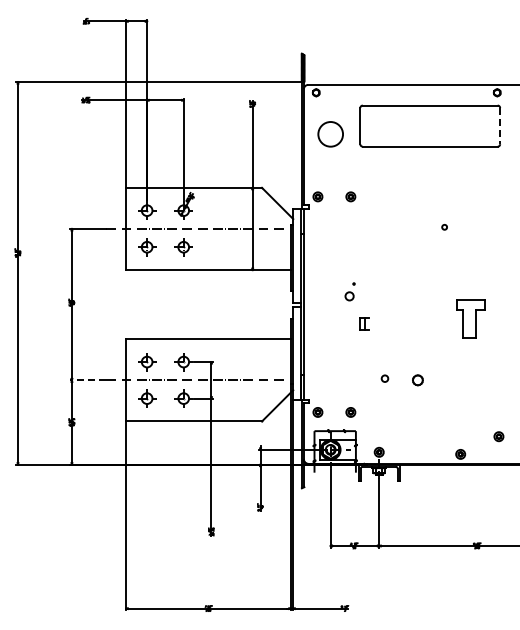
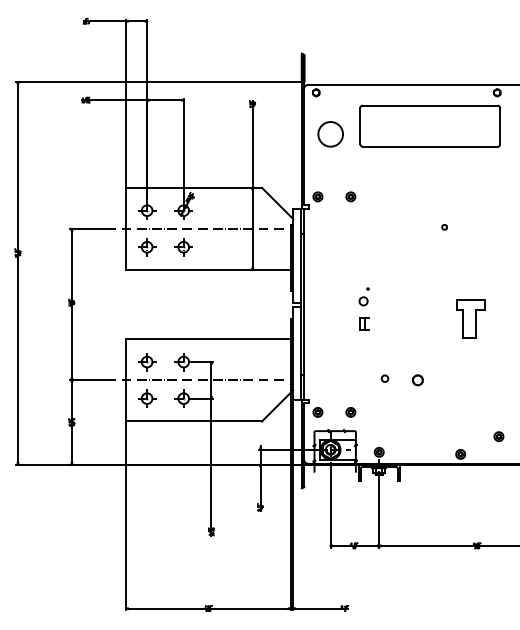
line at (500, 126): dashed -> solid
part at (349, 291) position: (349, 291) -> (363, 296)
line at (87, 380): dashed -> solid
